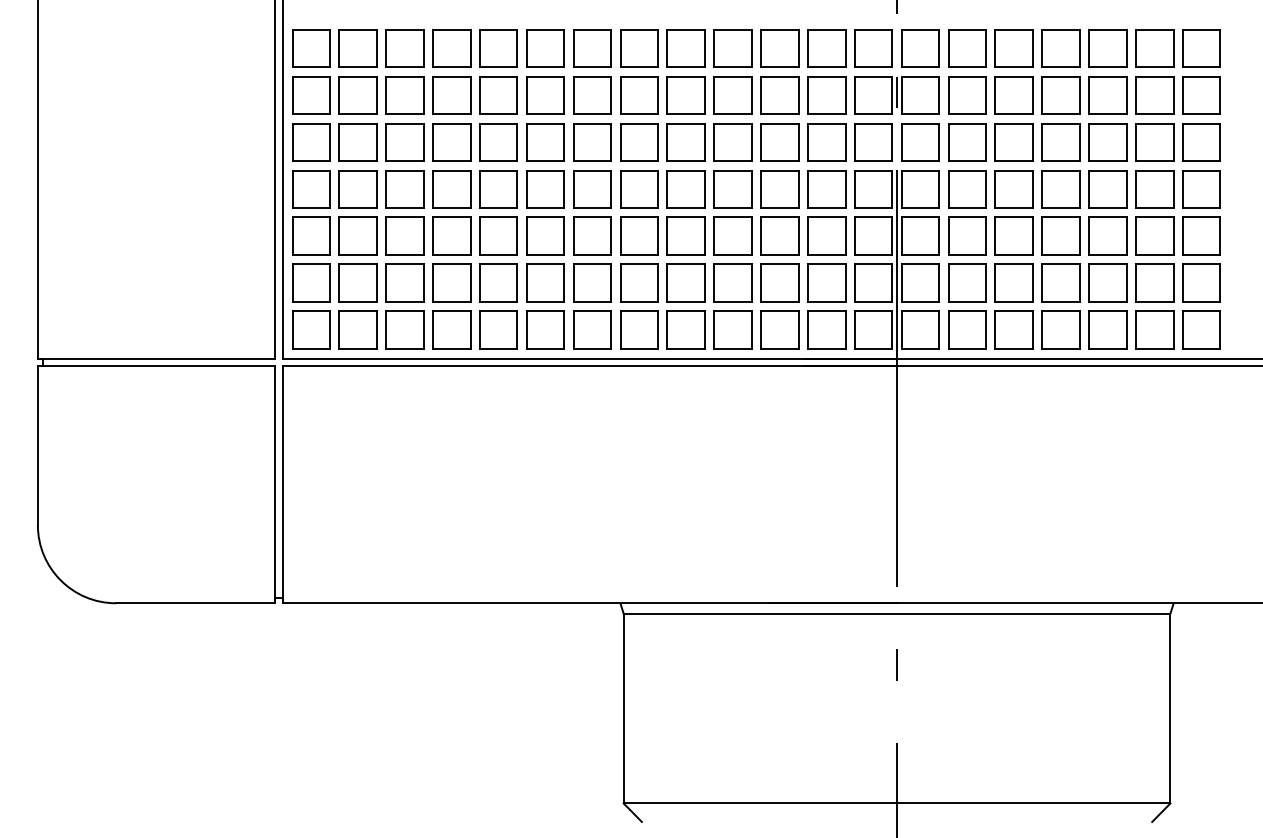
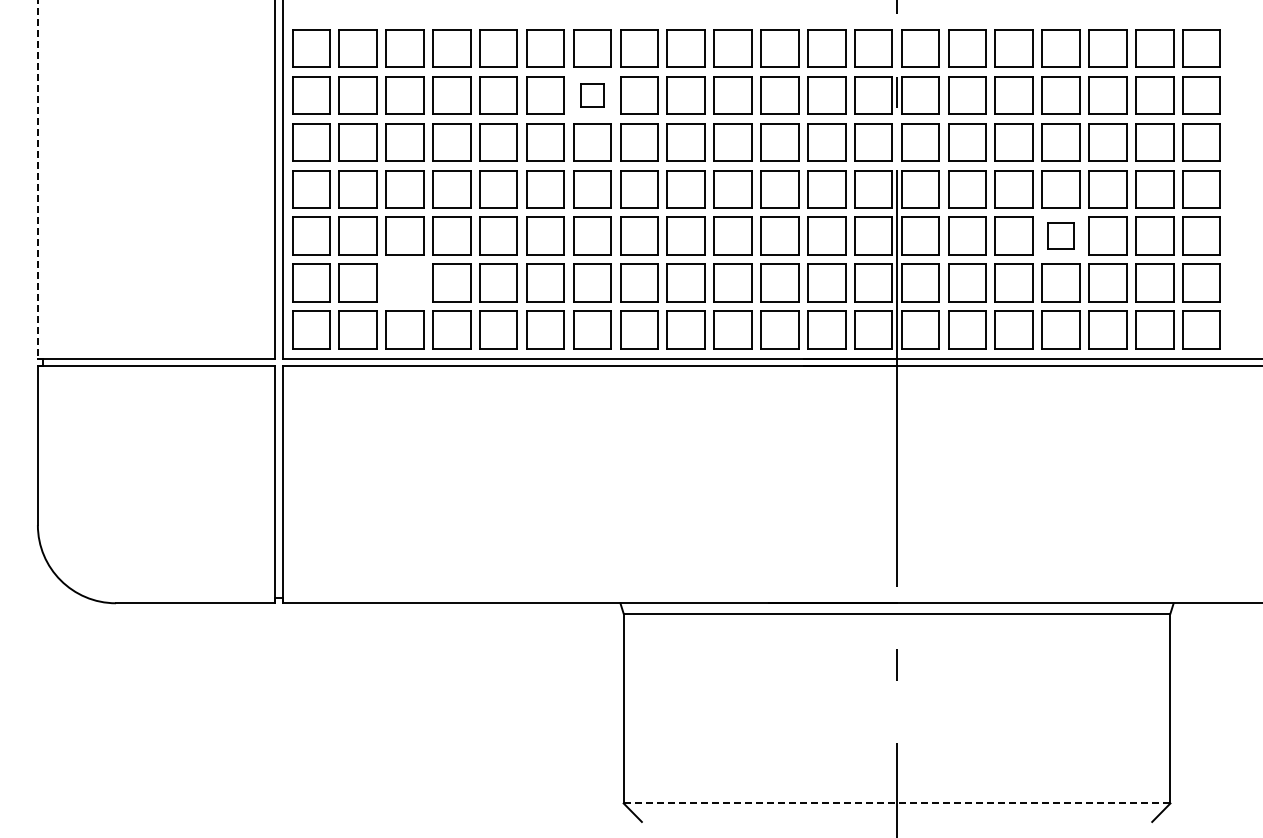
part at (592, 95) size: 39x39 px -> 25x25 px
line at (37, 179): solid -> dashed
part at (1060, 235) size: 40x40 px -> 28x28 px
part at (404, 282): present -> none
line at (897, 803): solid -> dashed
